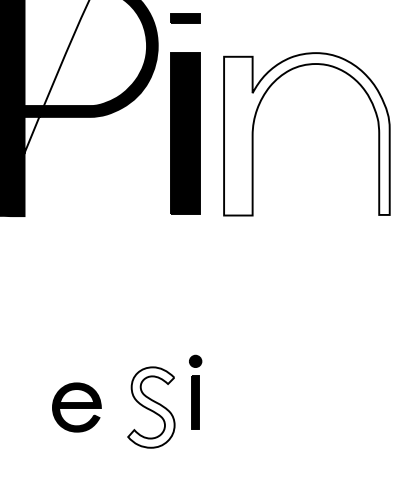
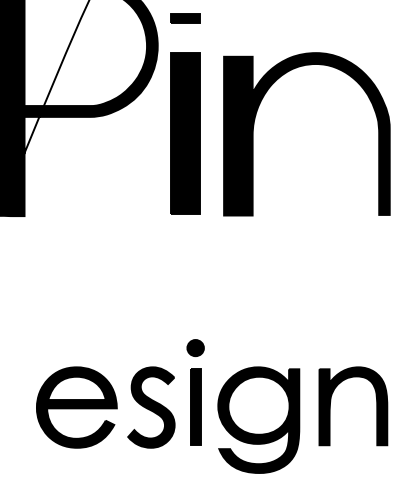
fill at (306, 134): none -> present
part at (195, 391) size: 14x76 px -> 19x107 px
part at (331, 401): none -> present
part at (76, 407) size: 50x51 px -> 82x83 px
fill at (151, 407): none -> present
part at (258, 419): none -> present
